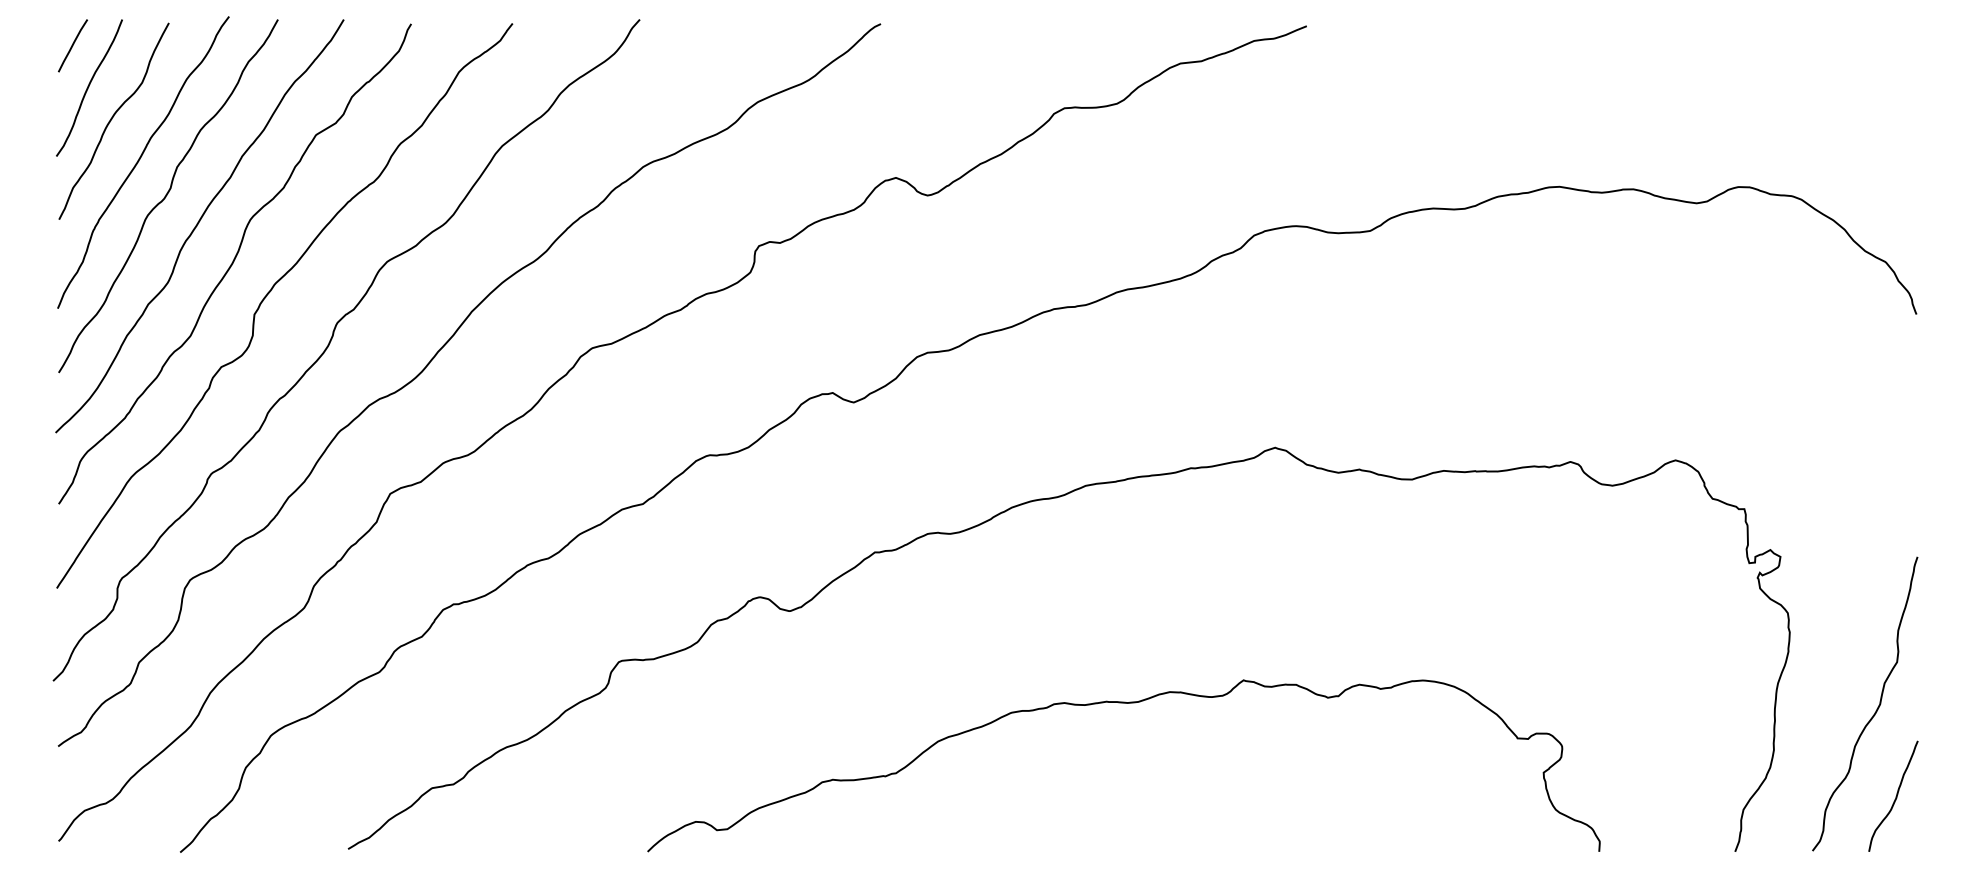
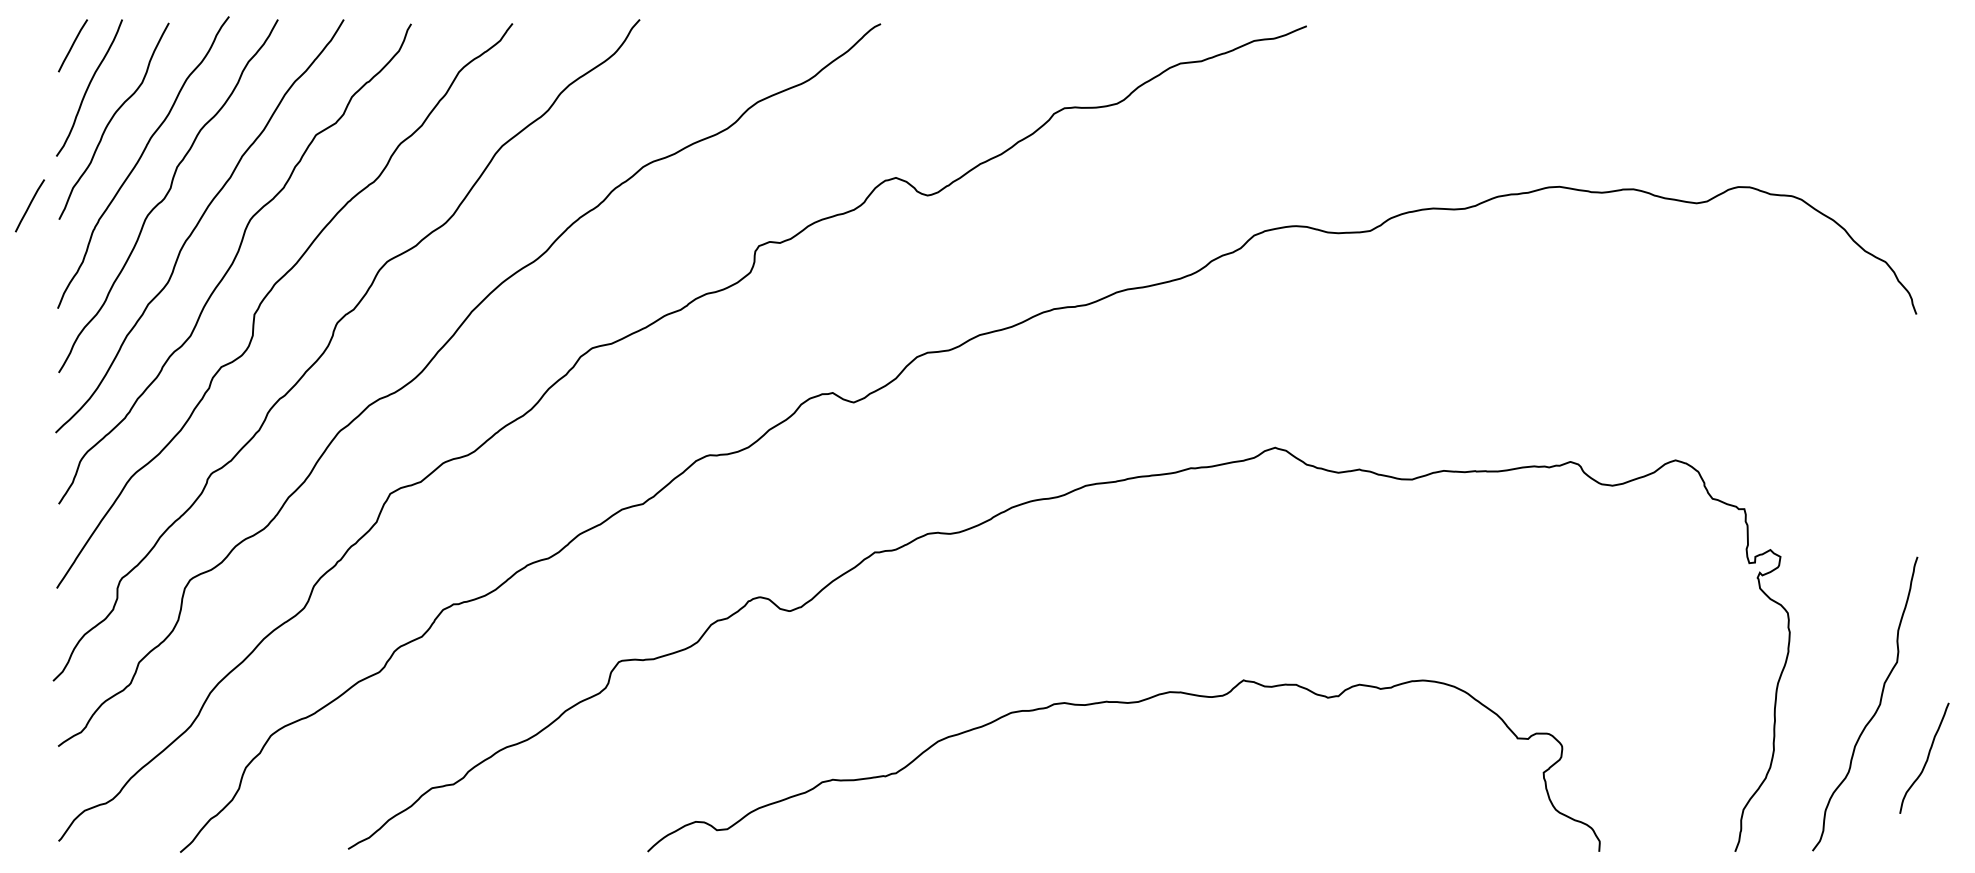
line at (29, 205): none -> present
curve at (1895, 796) position: (1895, 796) -> (1926, 758)
